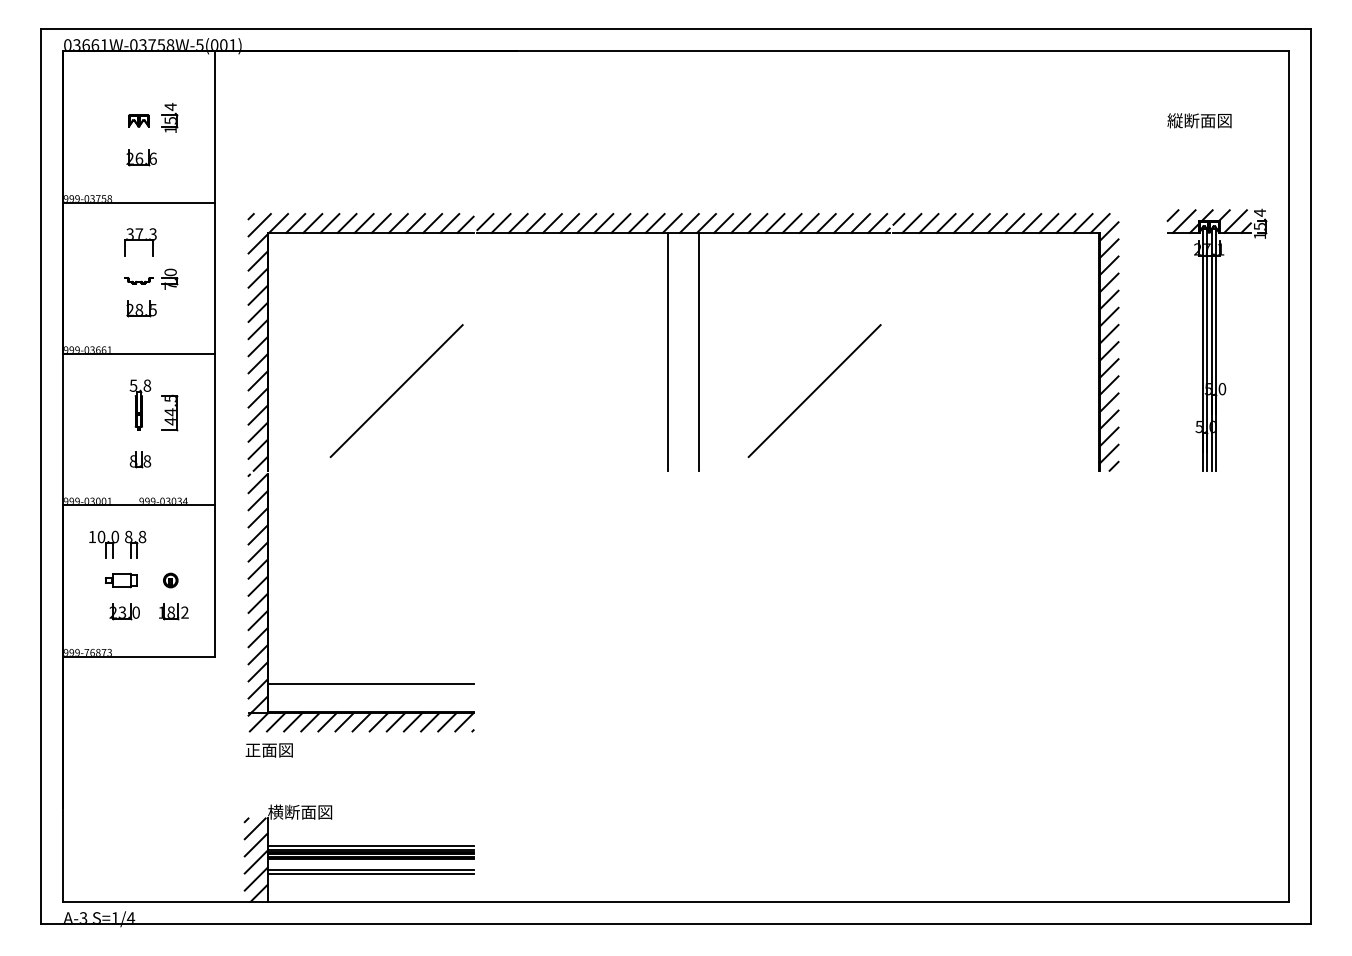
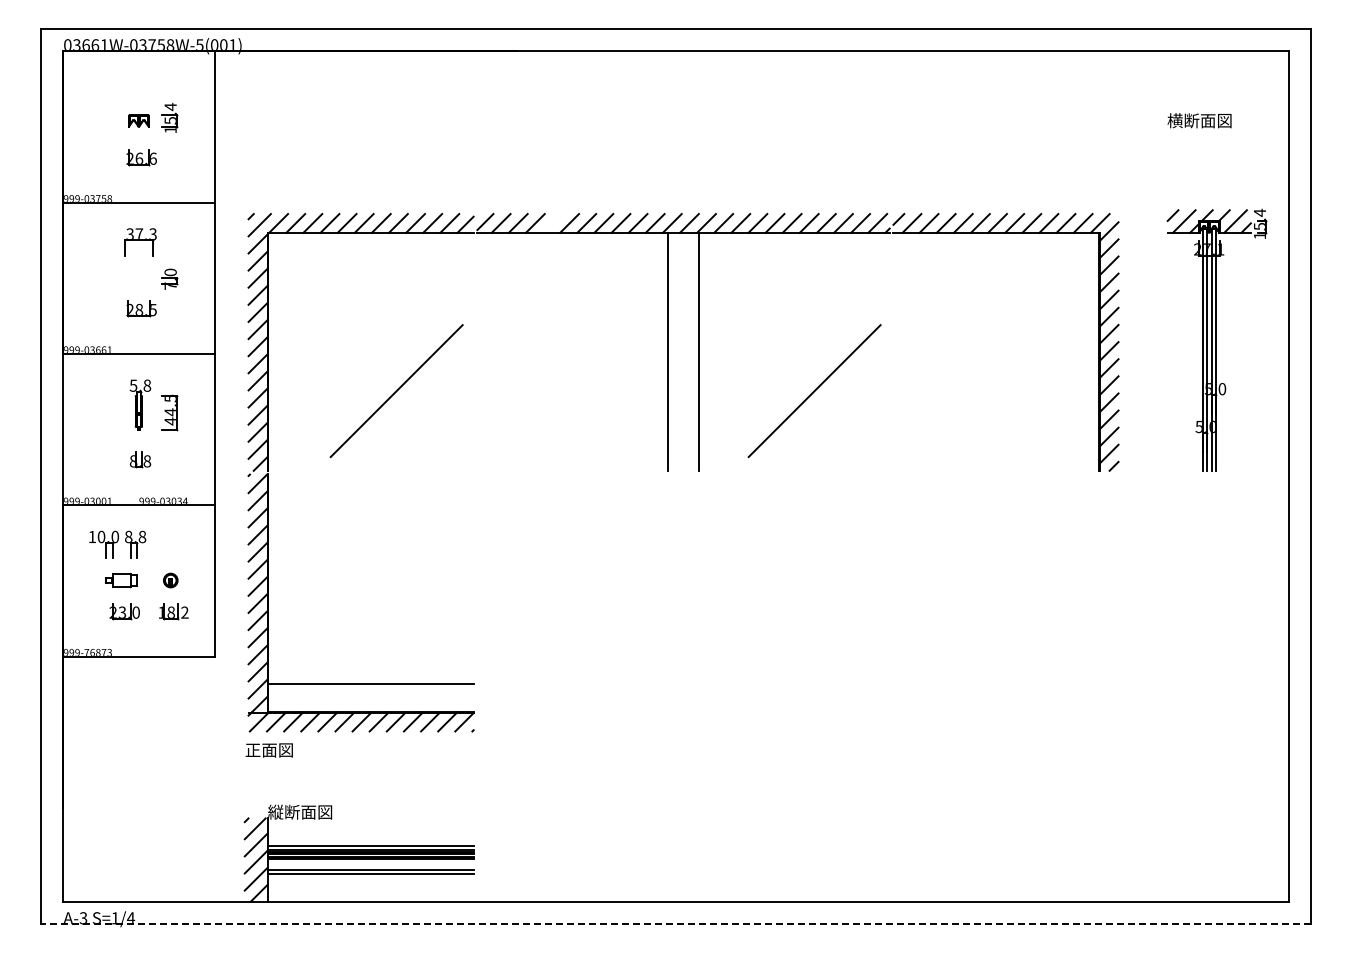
text at (1174, 120): 縦断面図 -> 横断面図
line at (552, 223): present -> none
part at (138, 280): present -> none
text at (275, 811): 横断面図 -> 縦断面図
line at (675, 924): solid -> dashed
